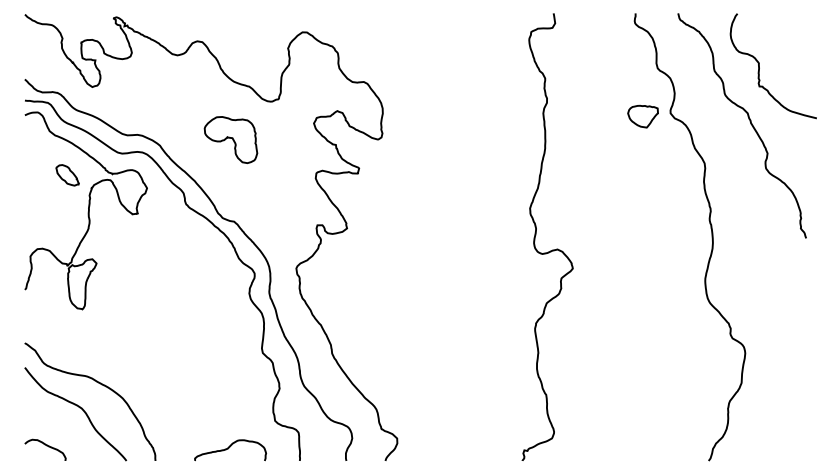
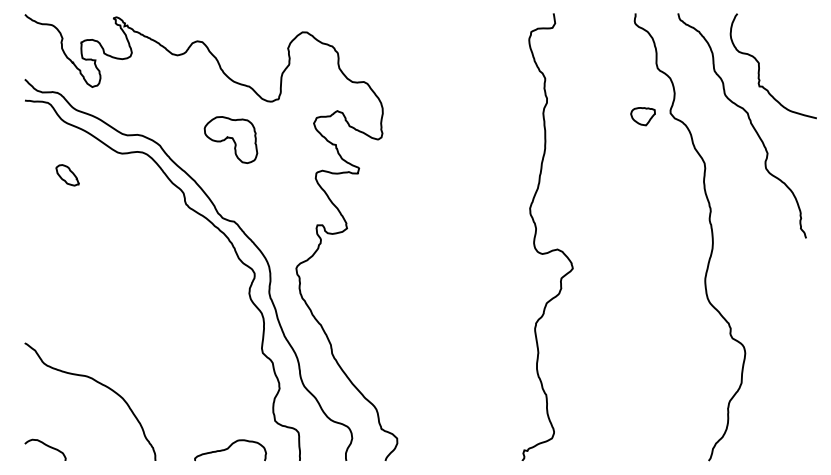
part at (642, 116) size: 32x25 px -> 26x20 px
part at (85, 210): present -> none
curve at (79, 408): present -> none
